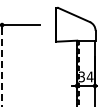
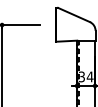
line at (2, 67): dashed -> solid
